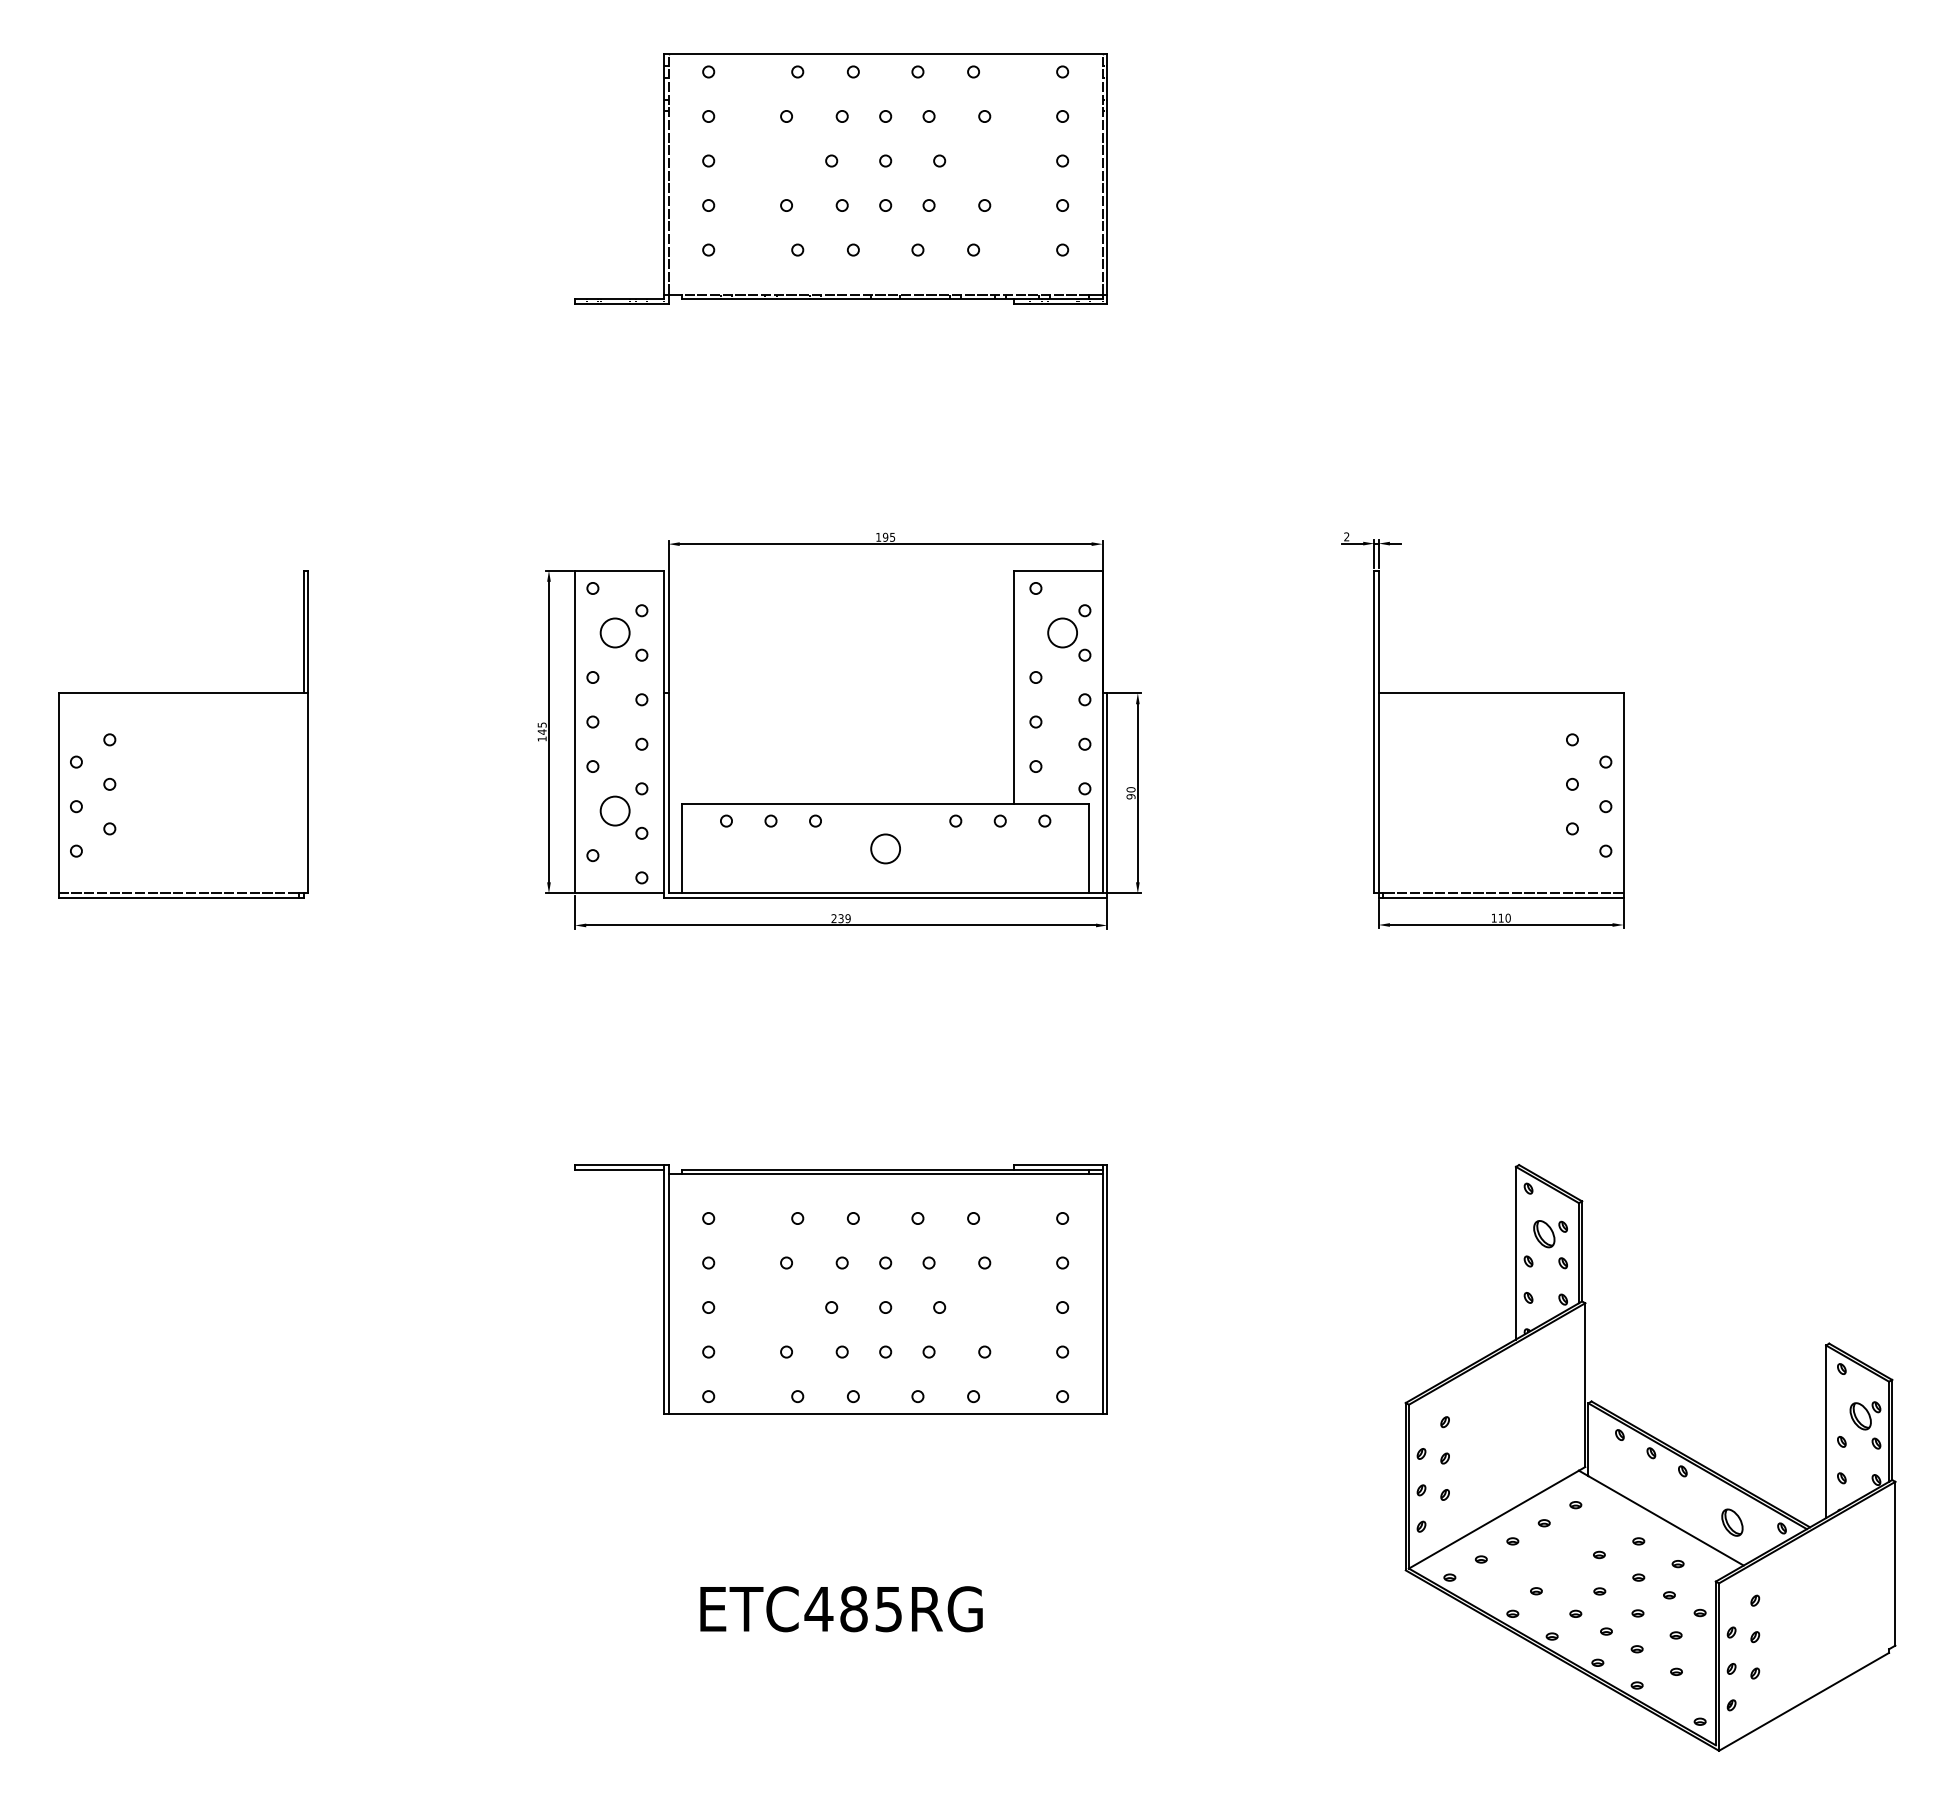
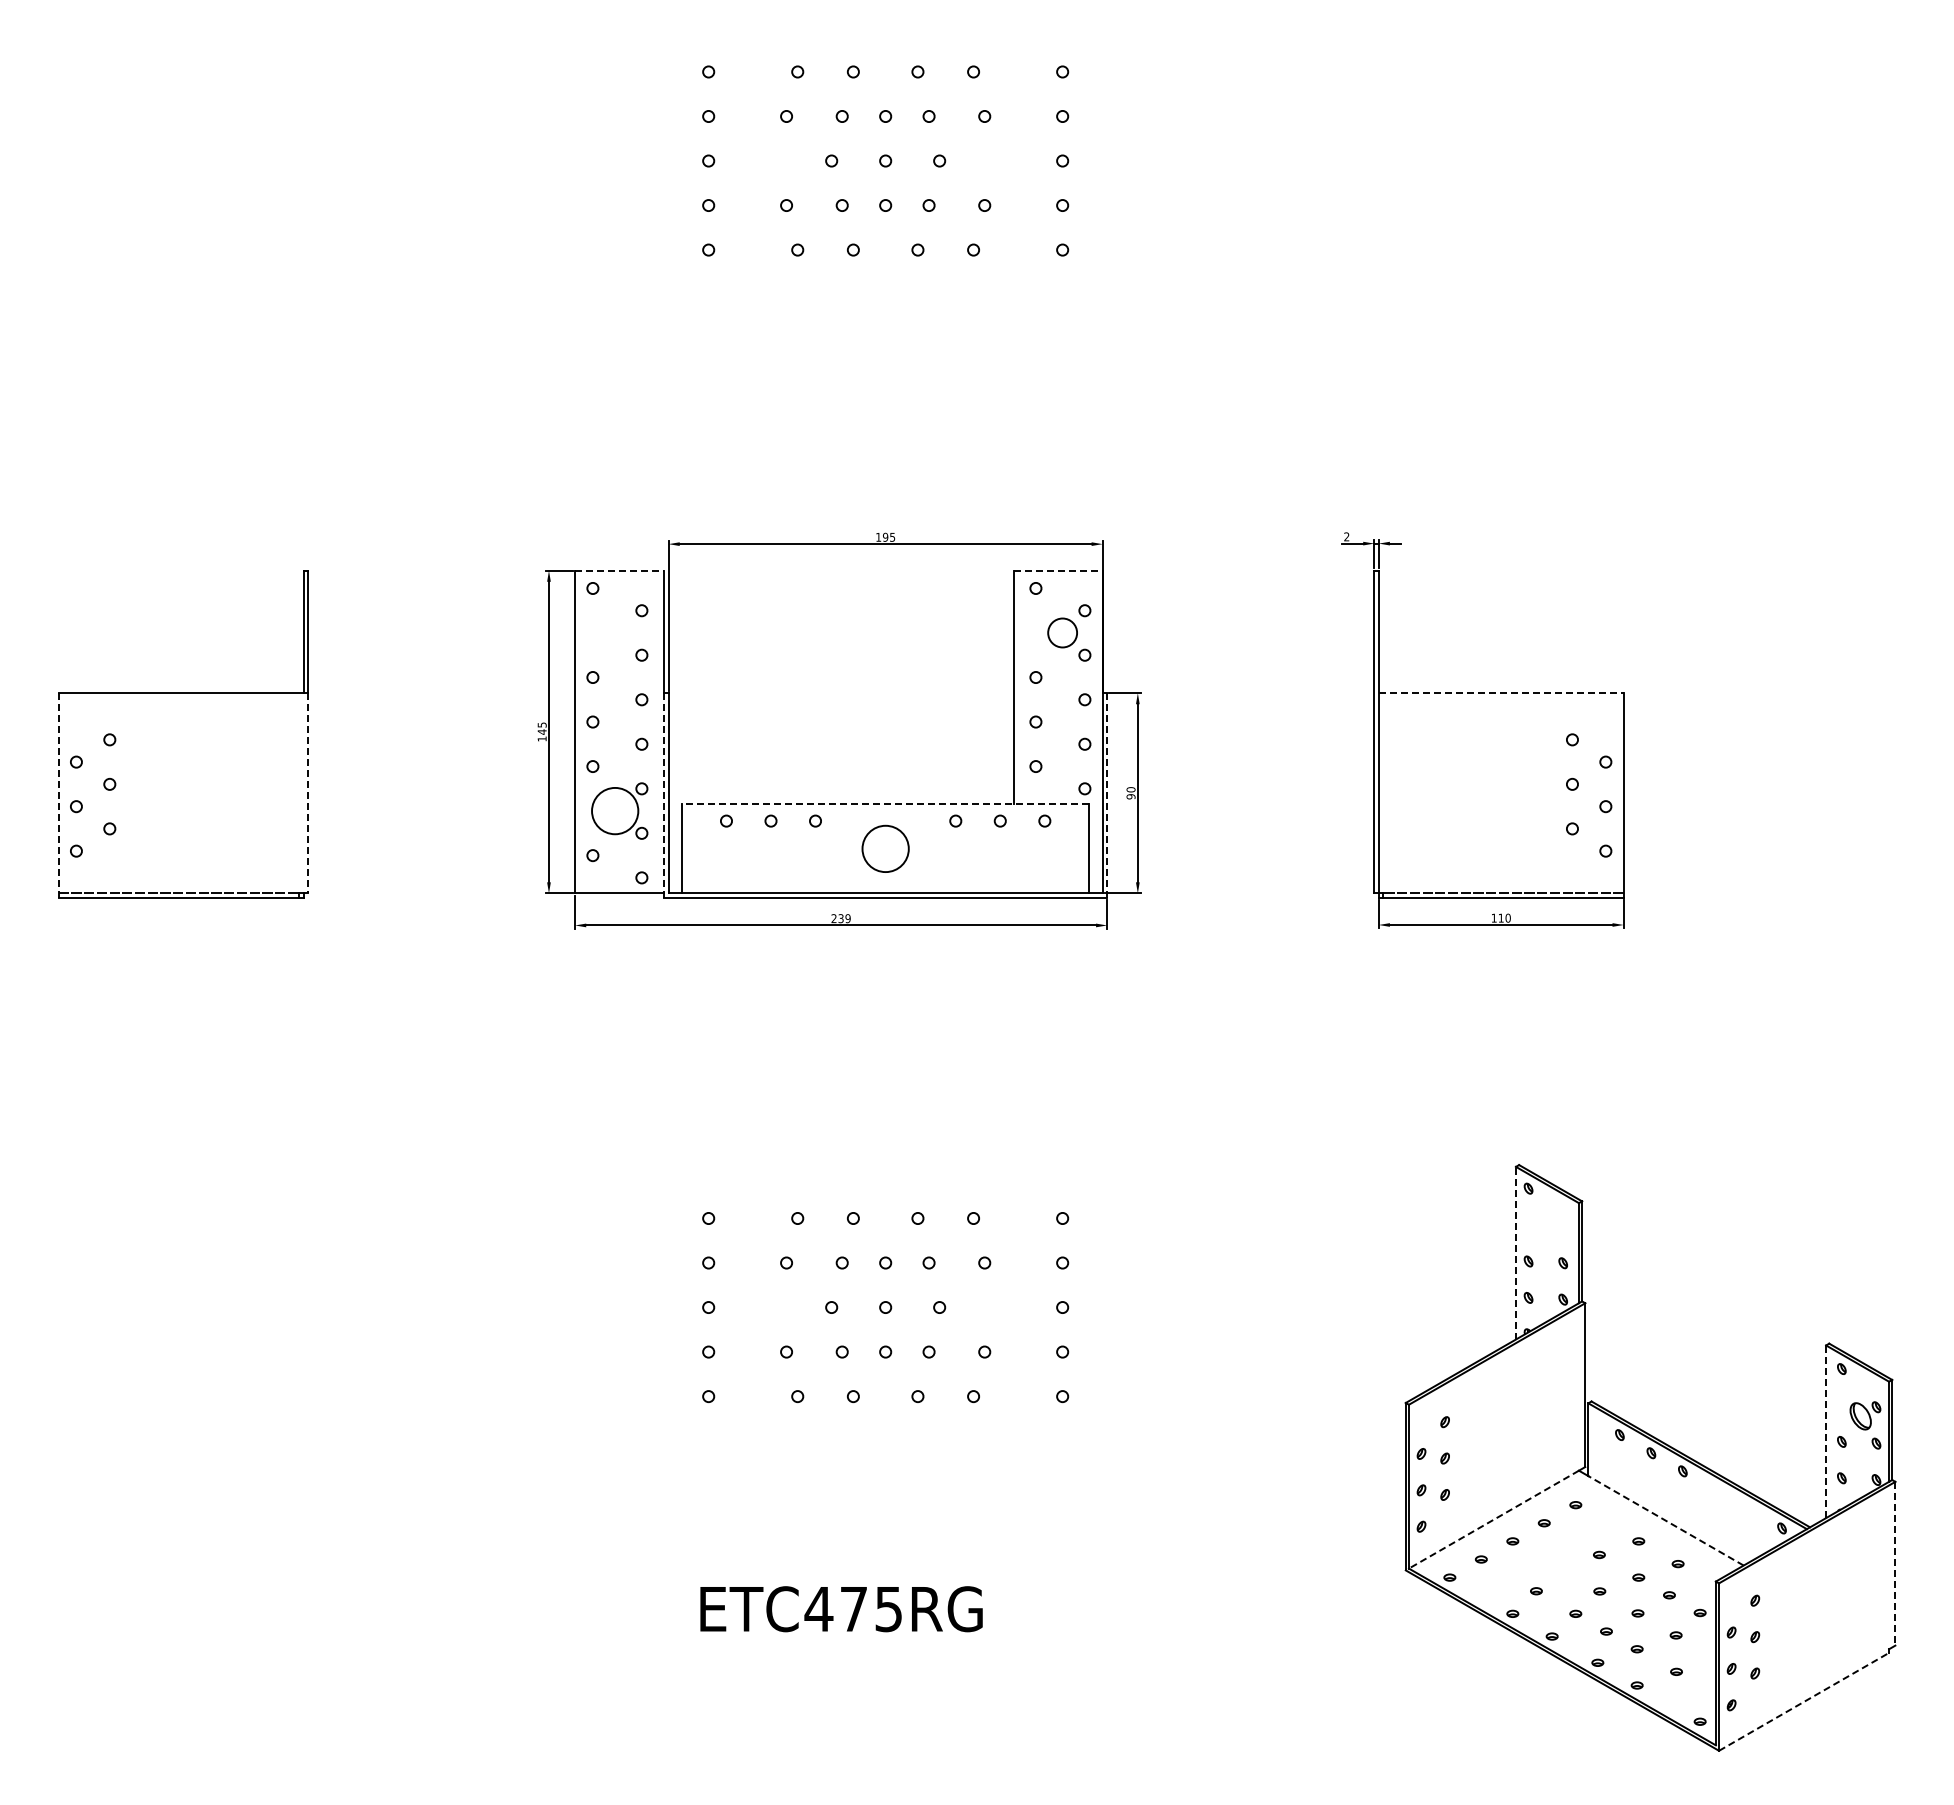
part at (840, 178): present -> none
line at (619, 570): solid -> dashed
line at (1058, 570): solid -> dashed
circle at (614, 632): present -> none
line at (1501, 693): solid -> dashed
line at (307, 793): solid -> dashed
line at (58, 796): solid -> dashed
line at (664, 796): solid -> dashed
line at (1107, 796): solid -> dashed
line at (885, 804): solid -> dashed
circle at (614, 810) diameter: 29 px -> 46 px
circle at (885, 848) diameter: 29 px -> 46 px
part at (1550, 1234): present -> none
line at (1516, 1252): solid -> dashed
part at (840, 1289): present -> none
line at (1826, 1431): solid -> dashed
line at (1493, 1519): solid -> dashed
line at (1666, 1520): solid -> dashed
part at (1732, 1522): present -> none
line at (1895, 1563): solid -> dashed
text at (853, 1609): ETC485RG -> ETC475RG
line at (1804, 1701): solid -> dashed
